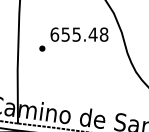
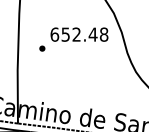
text at (76, 34): 655.48 -> 652.48
